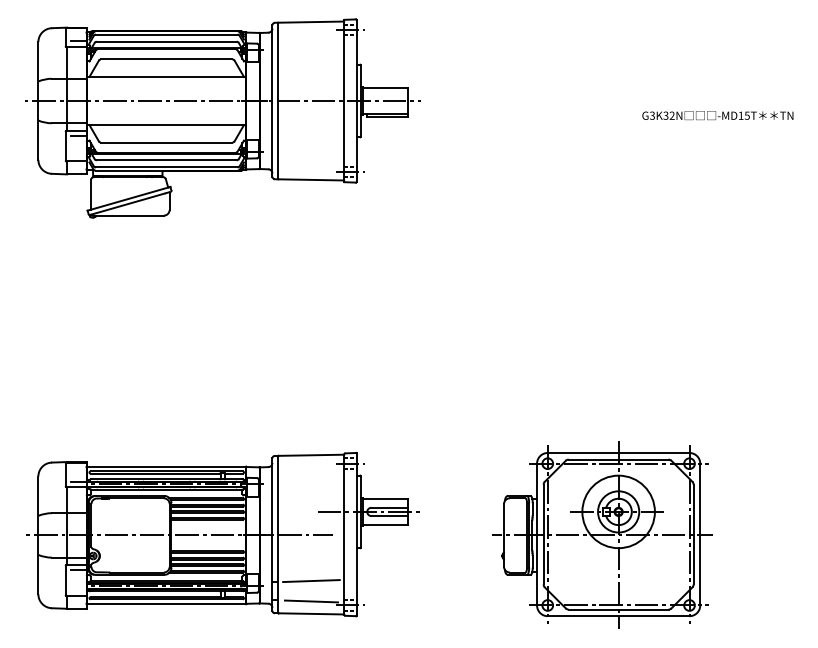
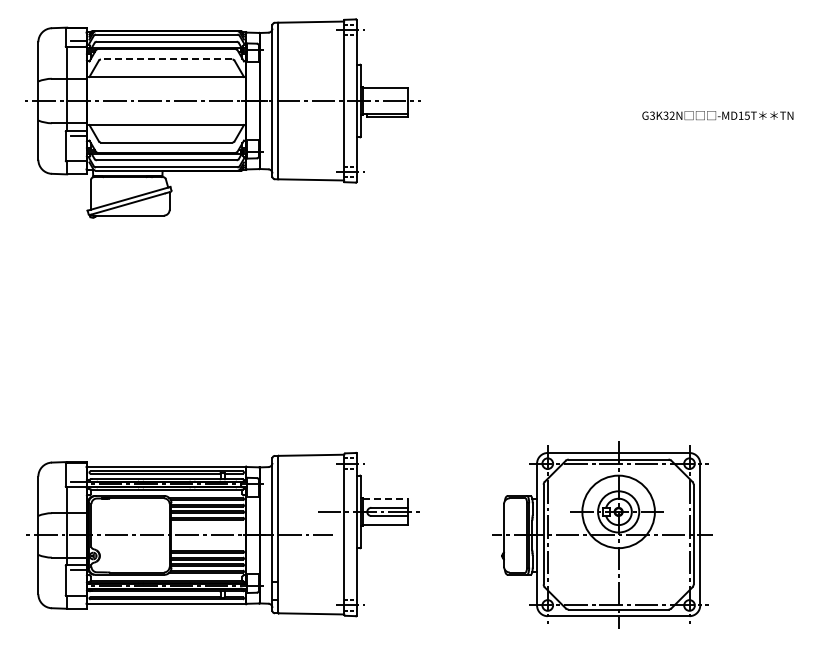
line at (166, 59): solid -> dashed
line at (385, 498): solid -> dashed
line at (311, 581): present -> none
line at (311, 601): present -> none
